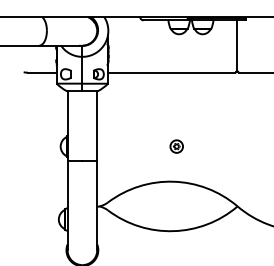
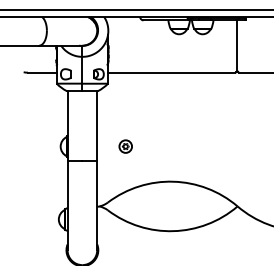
line at (136, 9): none -> present
part at (176, 146) position: (176, 146) -> (125, 146)
